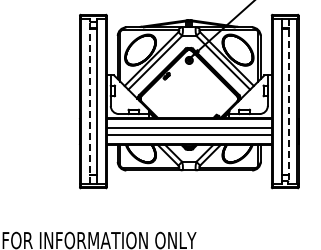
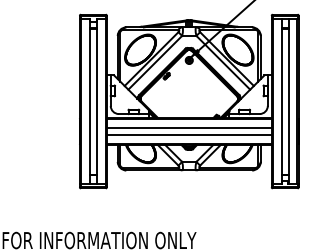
line at (89, 101): dashed -> solid
line at (288, 101): dashed -> solid
